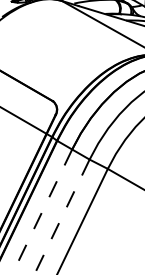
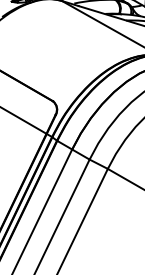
line at (41, 212): dashed -> solid
line at (61, 217): dashed -> solid
